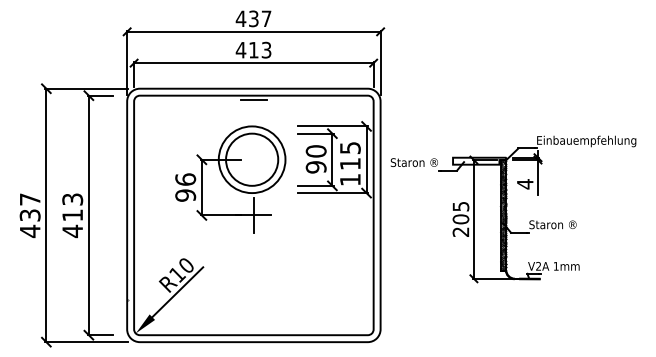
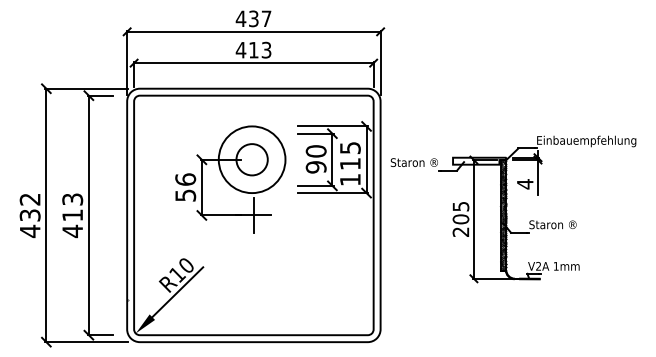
line at (253, 99): present -> none
circle at (252, 159) diameter: 52 px -> 31 px
text at (185, 195): 96 -> 56
text at (29, 199): 437 -> 432
